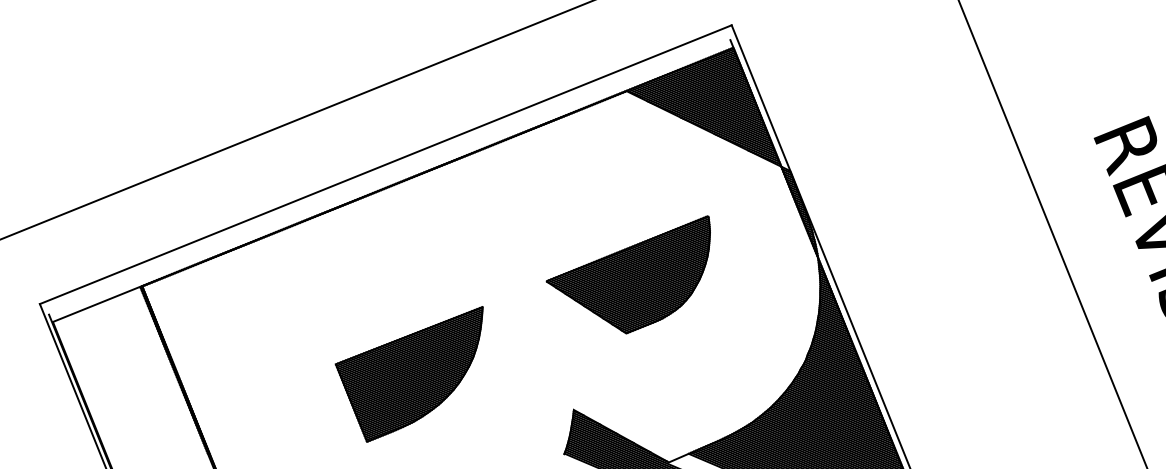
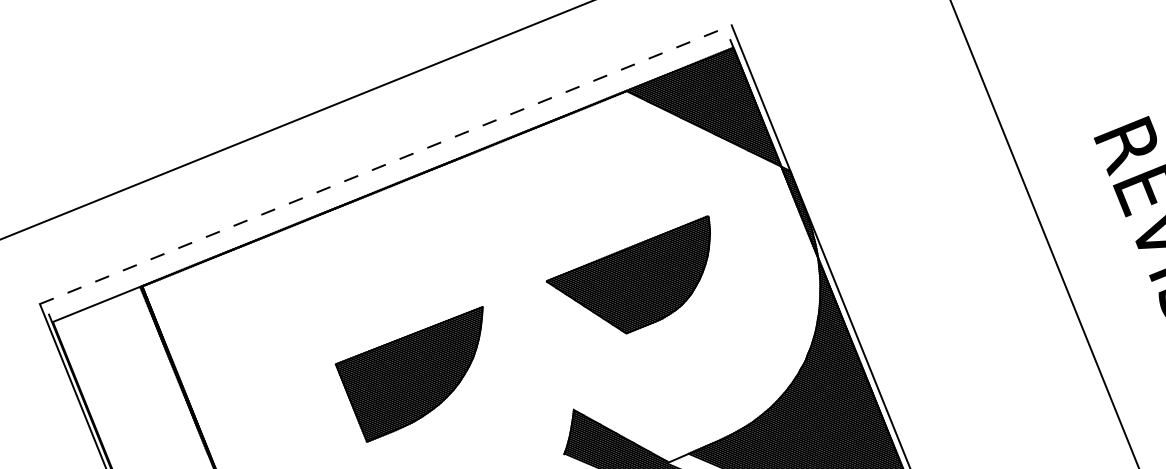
line at (385, 164): solid -> dashed
line at (1052, 233) position: (1052, 233) -> (1044, 233)
